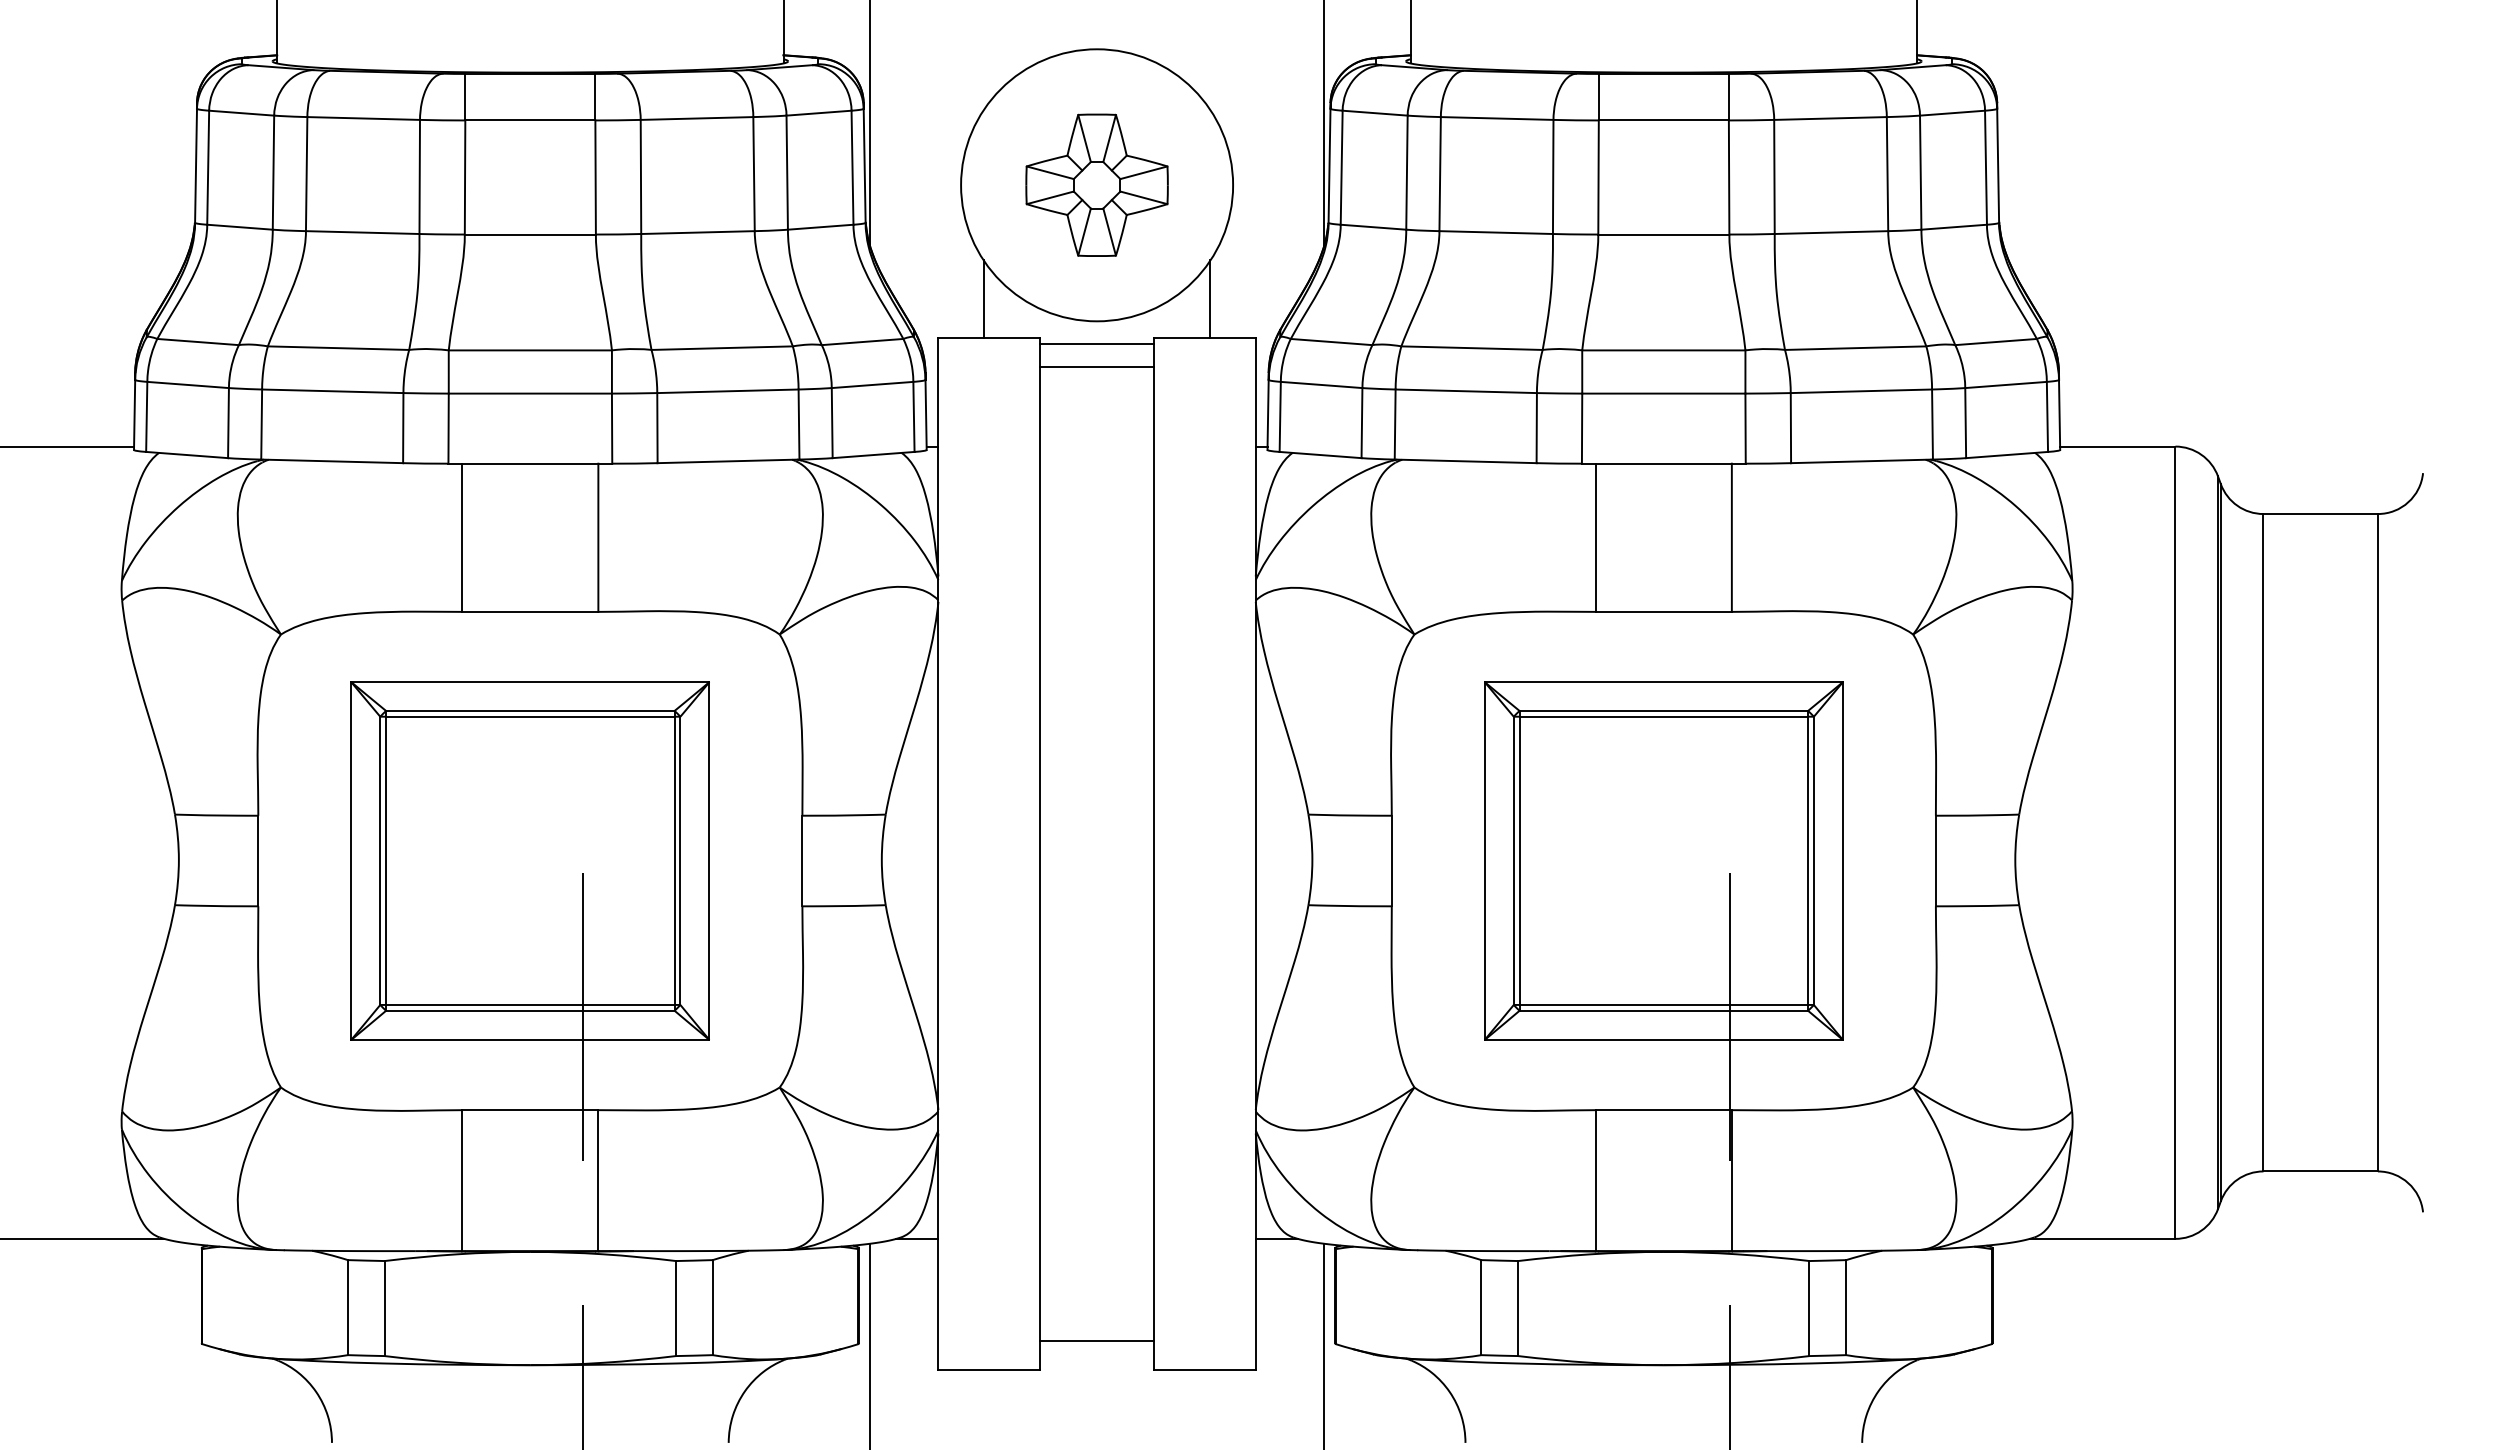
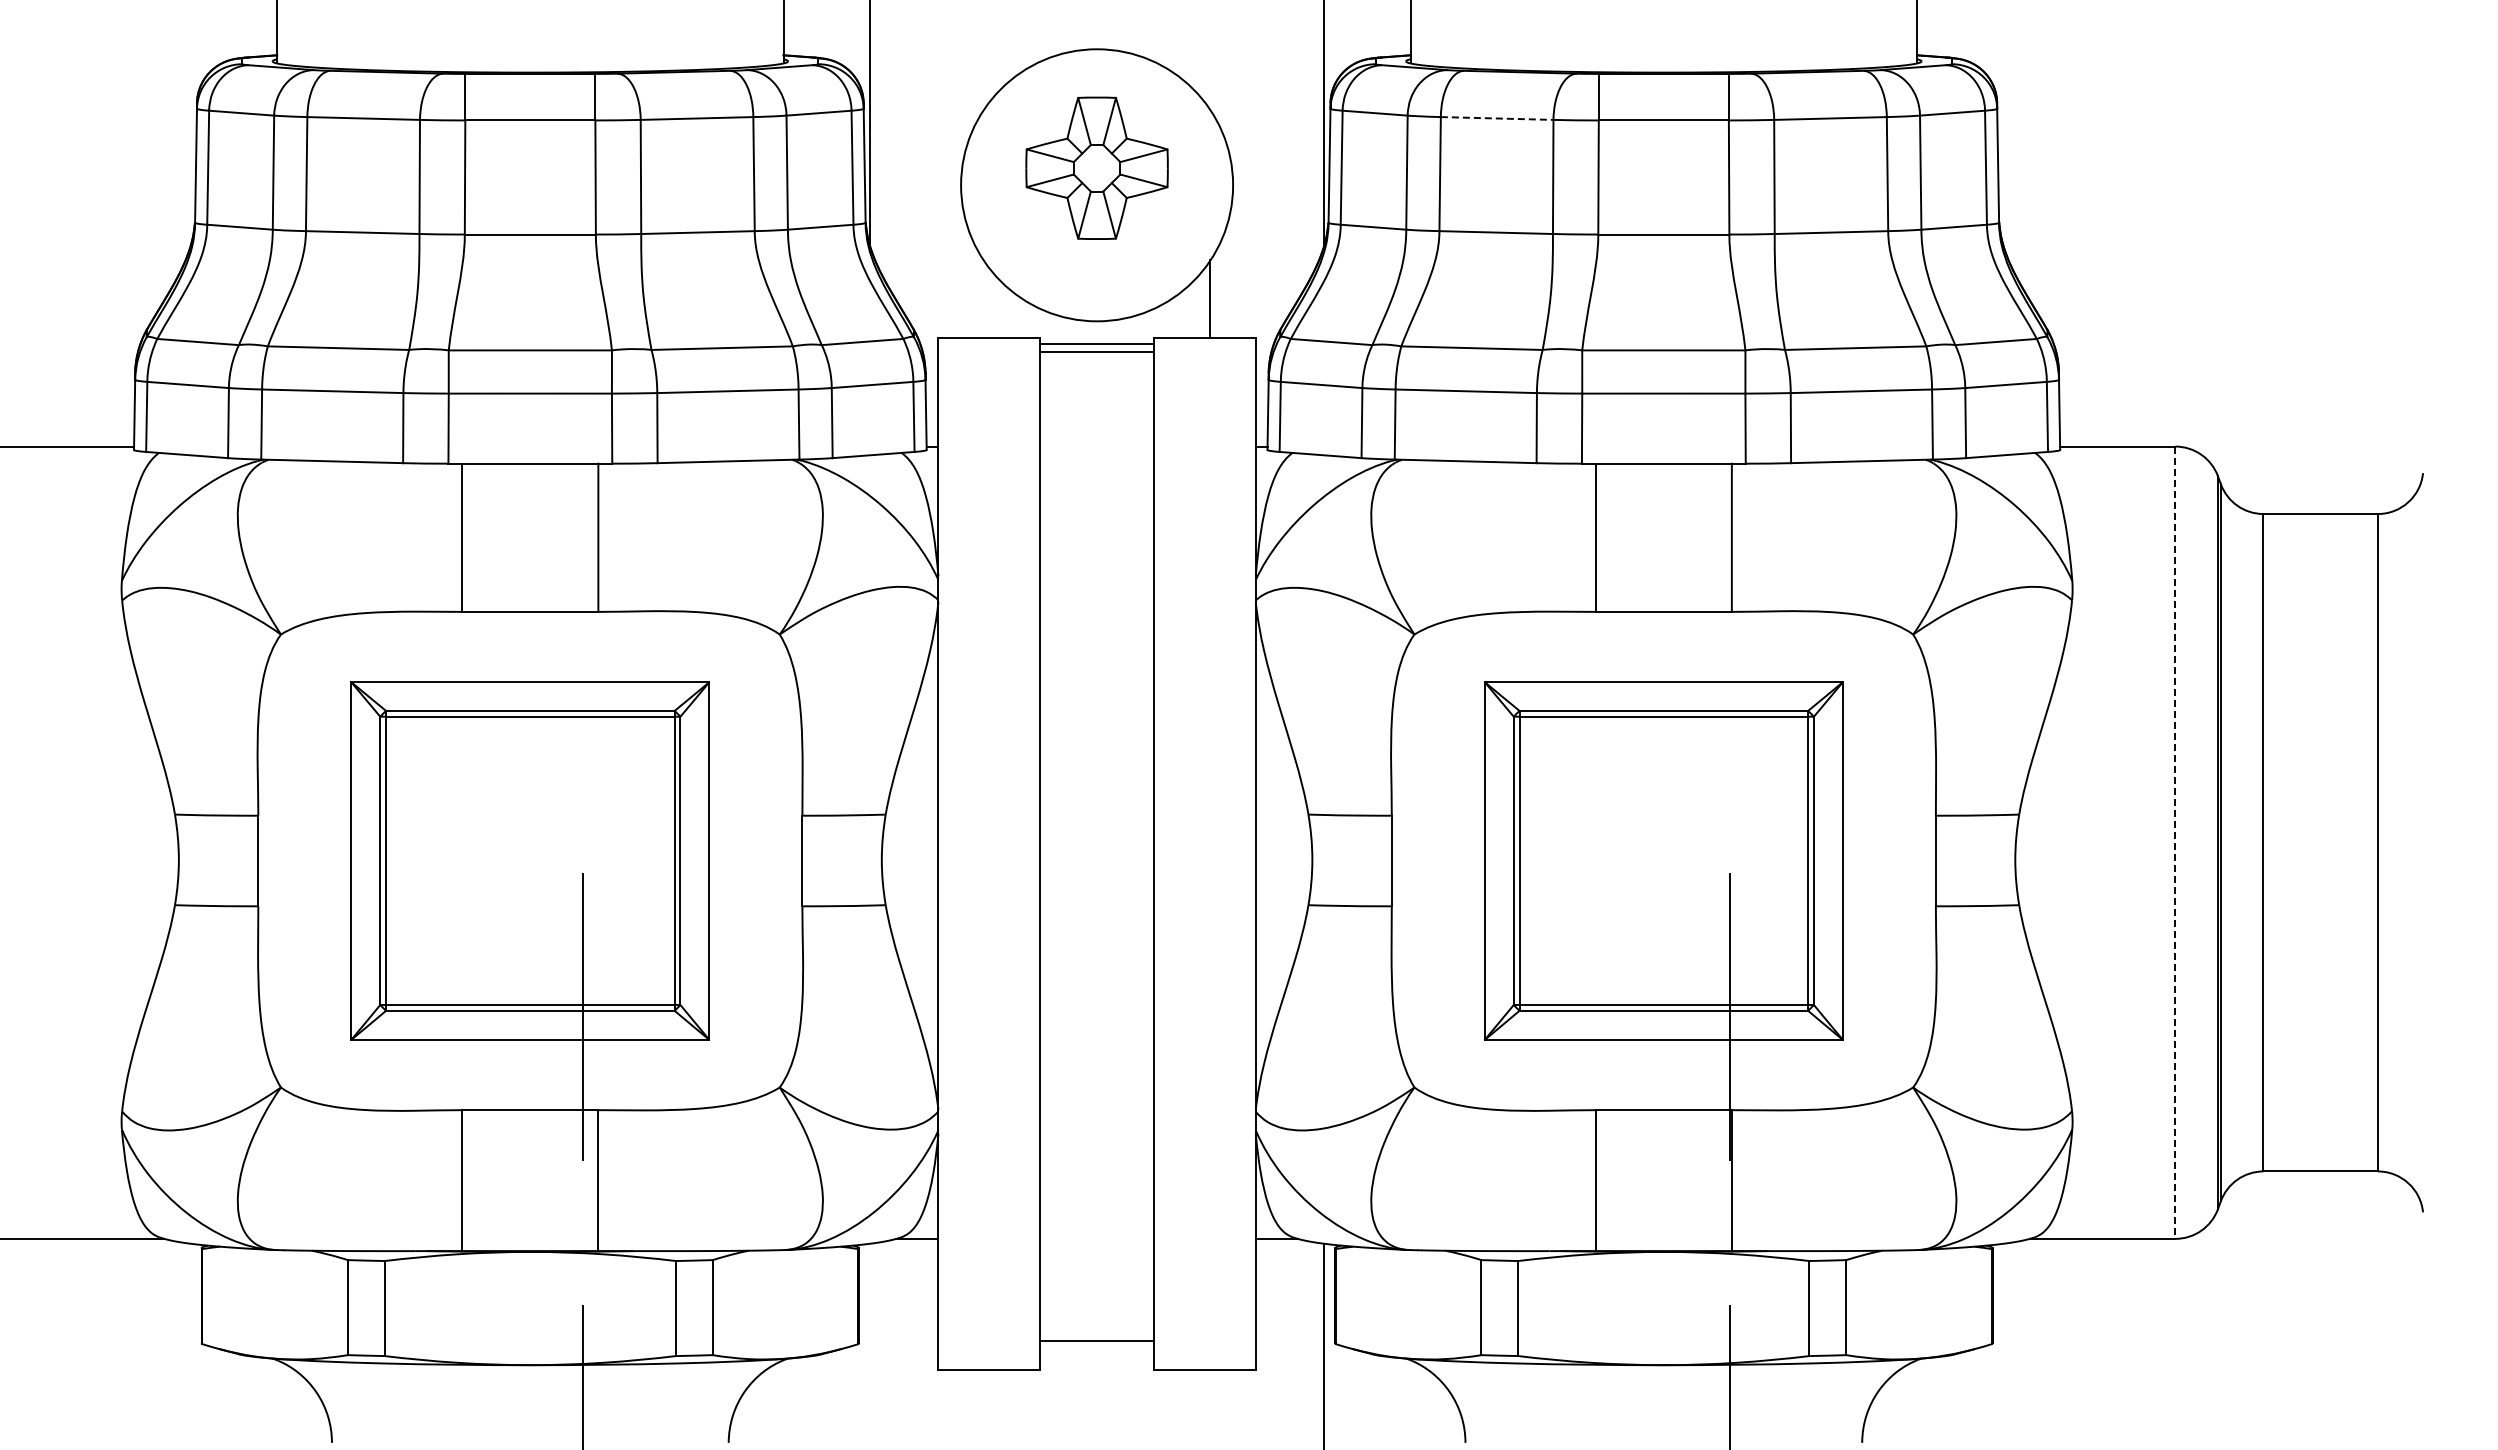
line at (1497, 118): solid -> dashed
part at (1096, 184) position: (1096, 184) -> (1096, 167)
line at (983, 299): present -> none
line at (1096, 366) position: (1096, 366) -> (1096, 351)
line at (2175, 843): solid -> dashed
line at (870, 1344): present -> none
